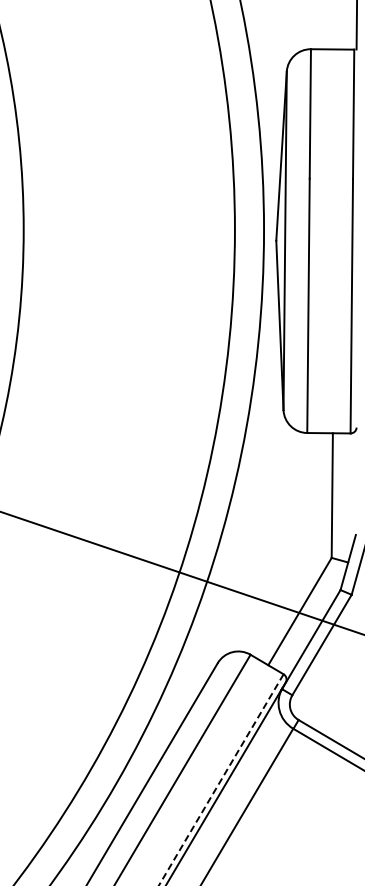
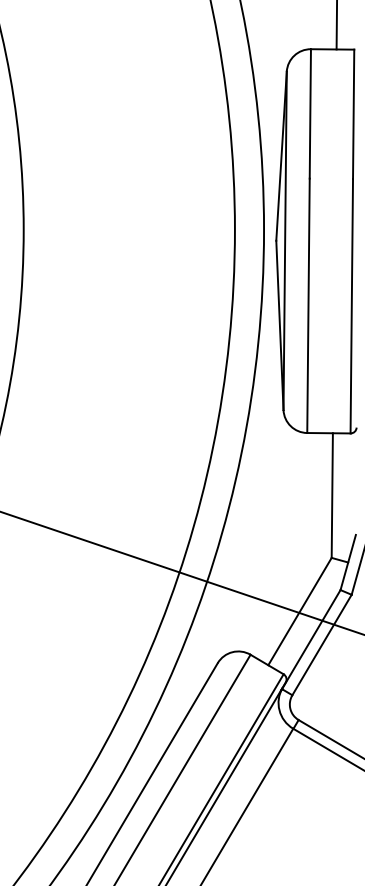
line at (356, 25) position: (356, 25) -> (336, 25)
line at (221, 780): dashed -> solid
